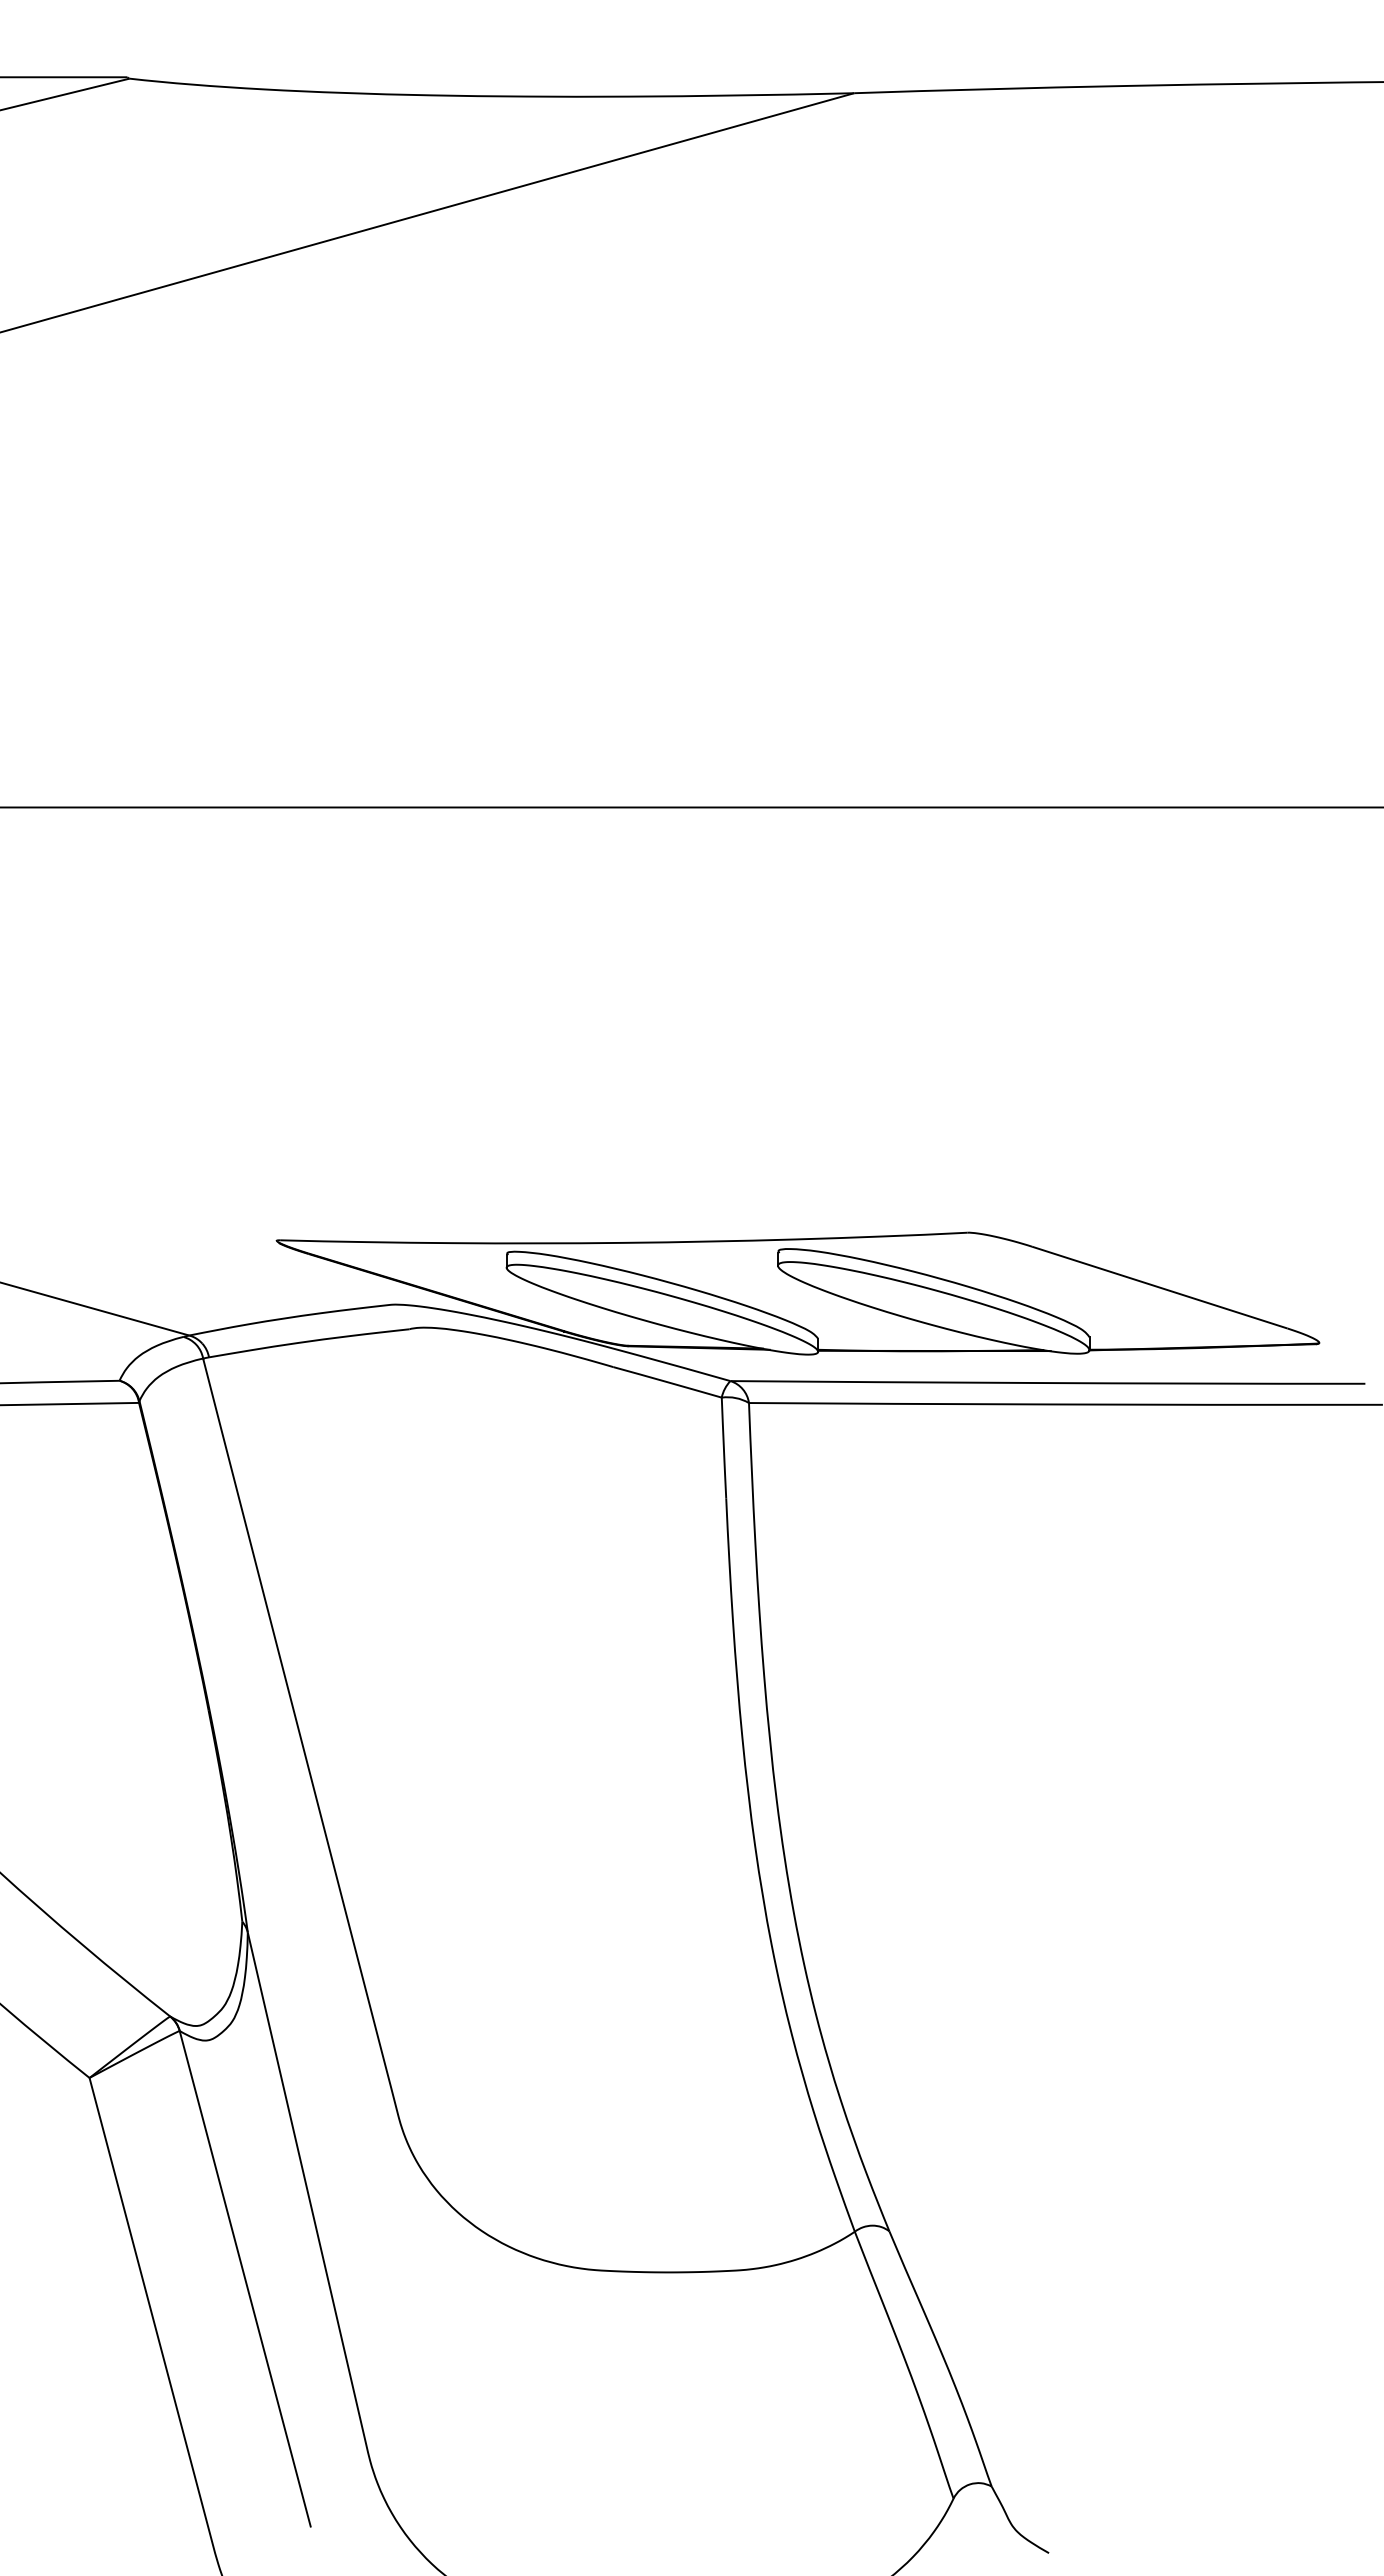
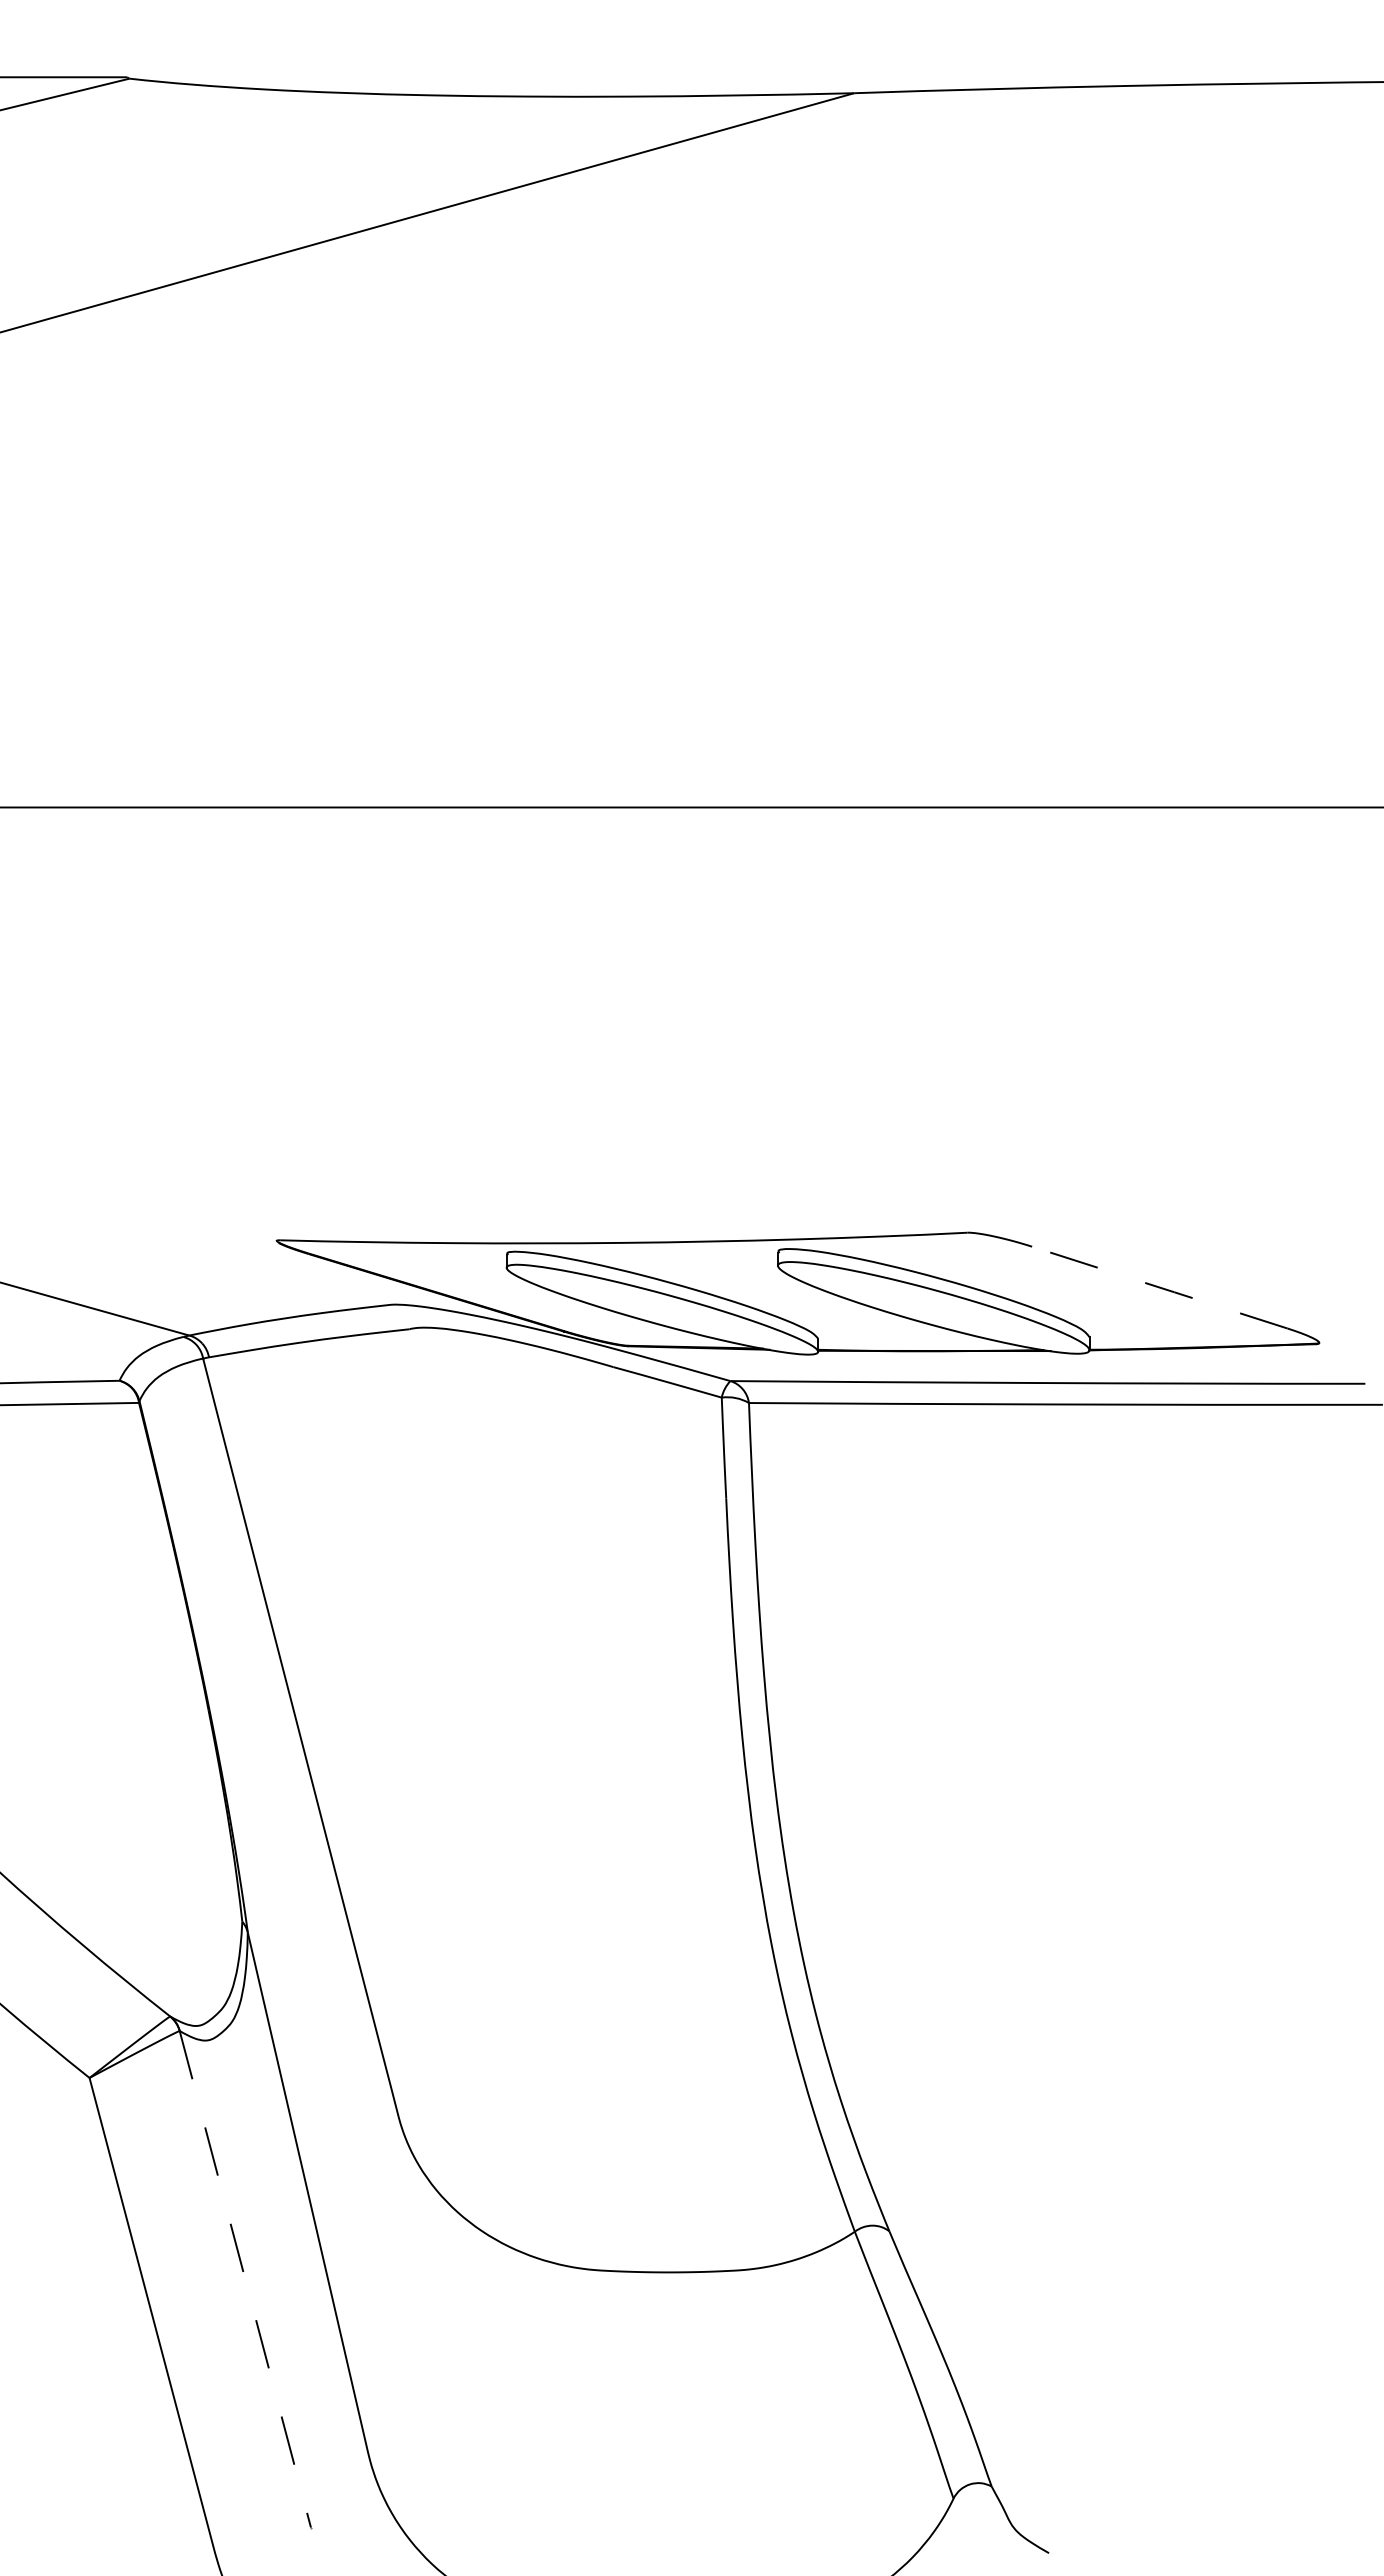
line at (1160, 1287): solid -> dashed
line at (245, 2279): solid -> dashed
